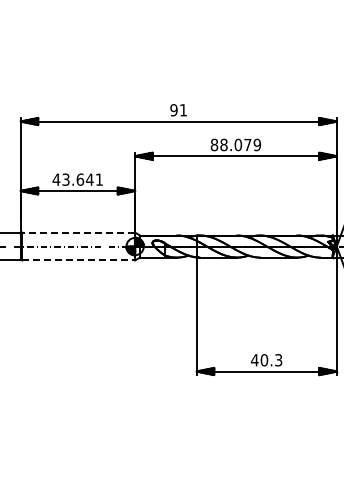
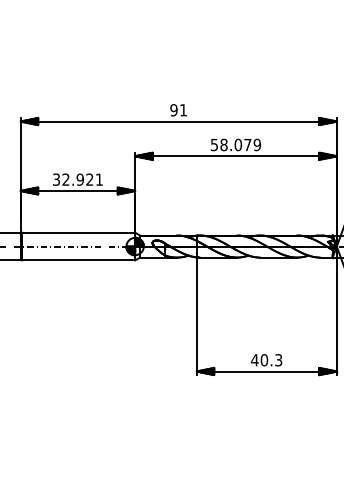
text at (214, 144): 88.079 -> 58.079
text at (72, 179): 43.641 -> 32.921
line at (78, 232): dashed -> solid
line at (79, 260): dashed -> solid
